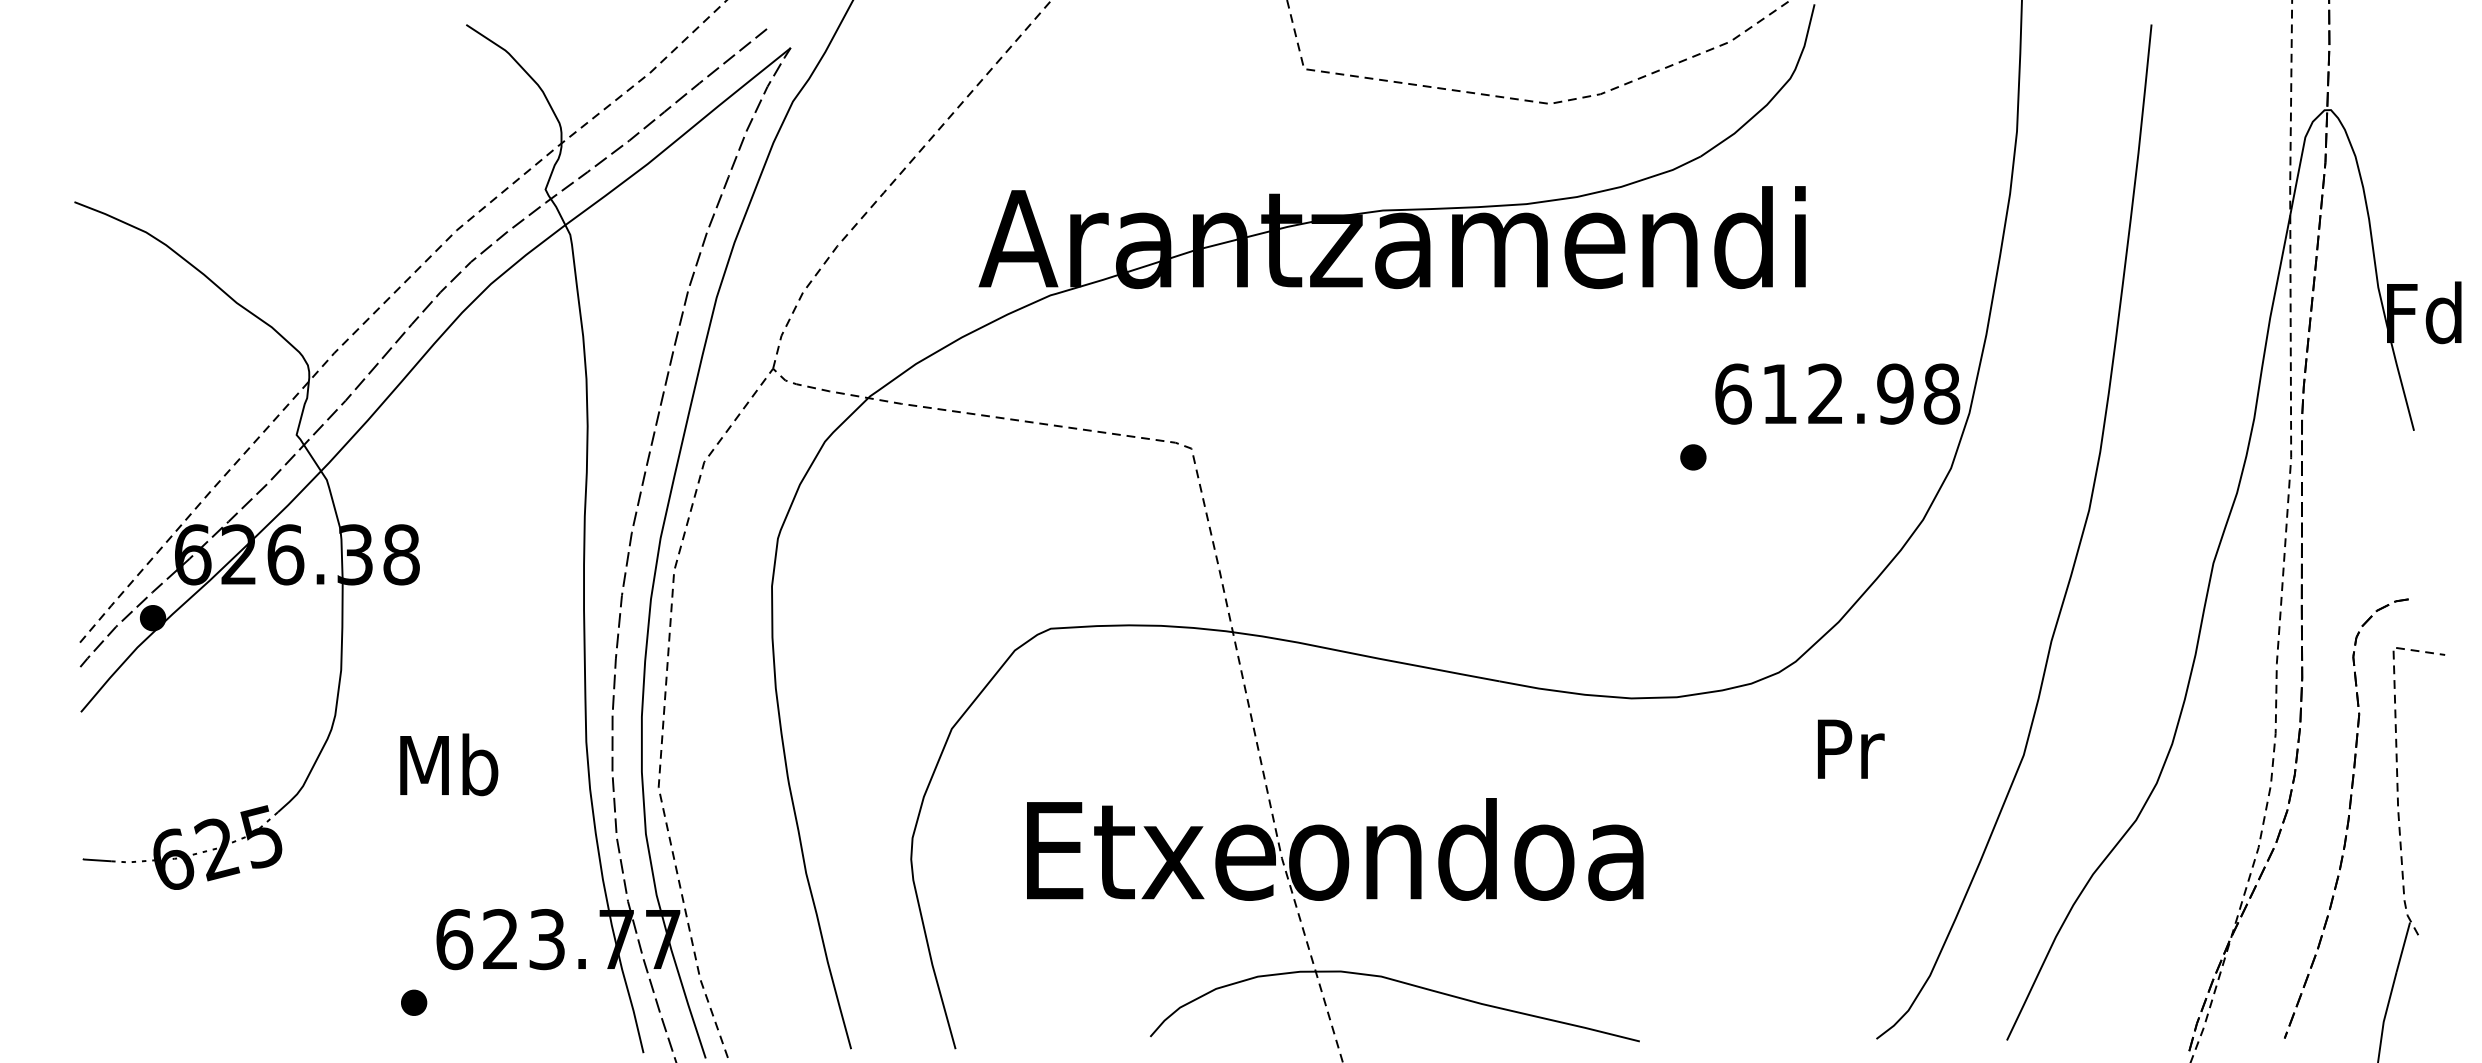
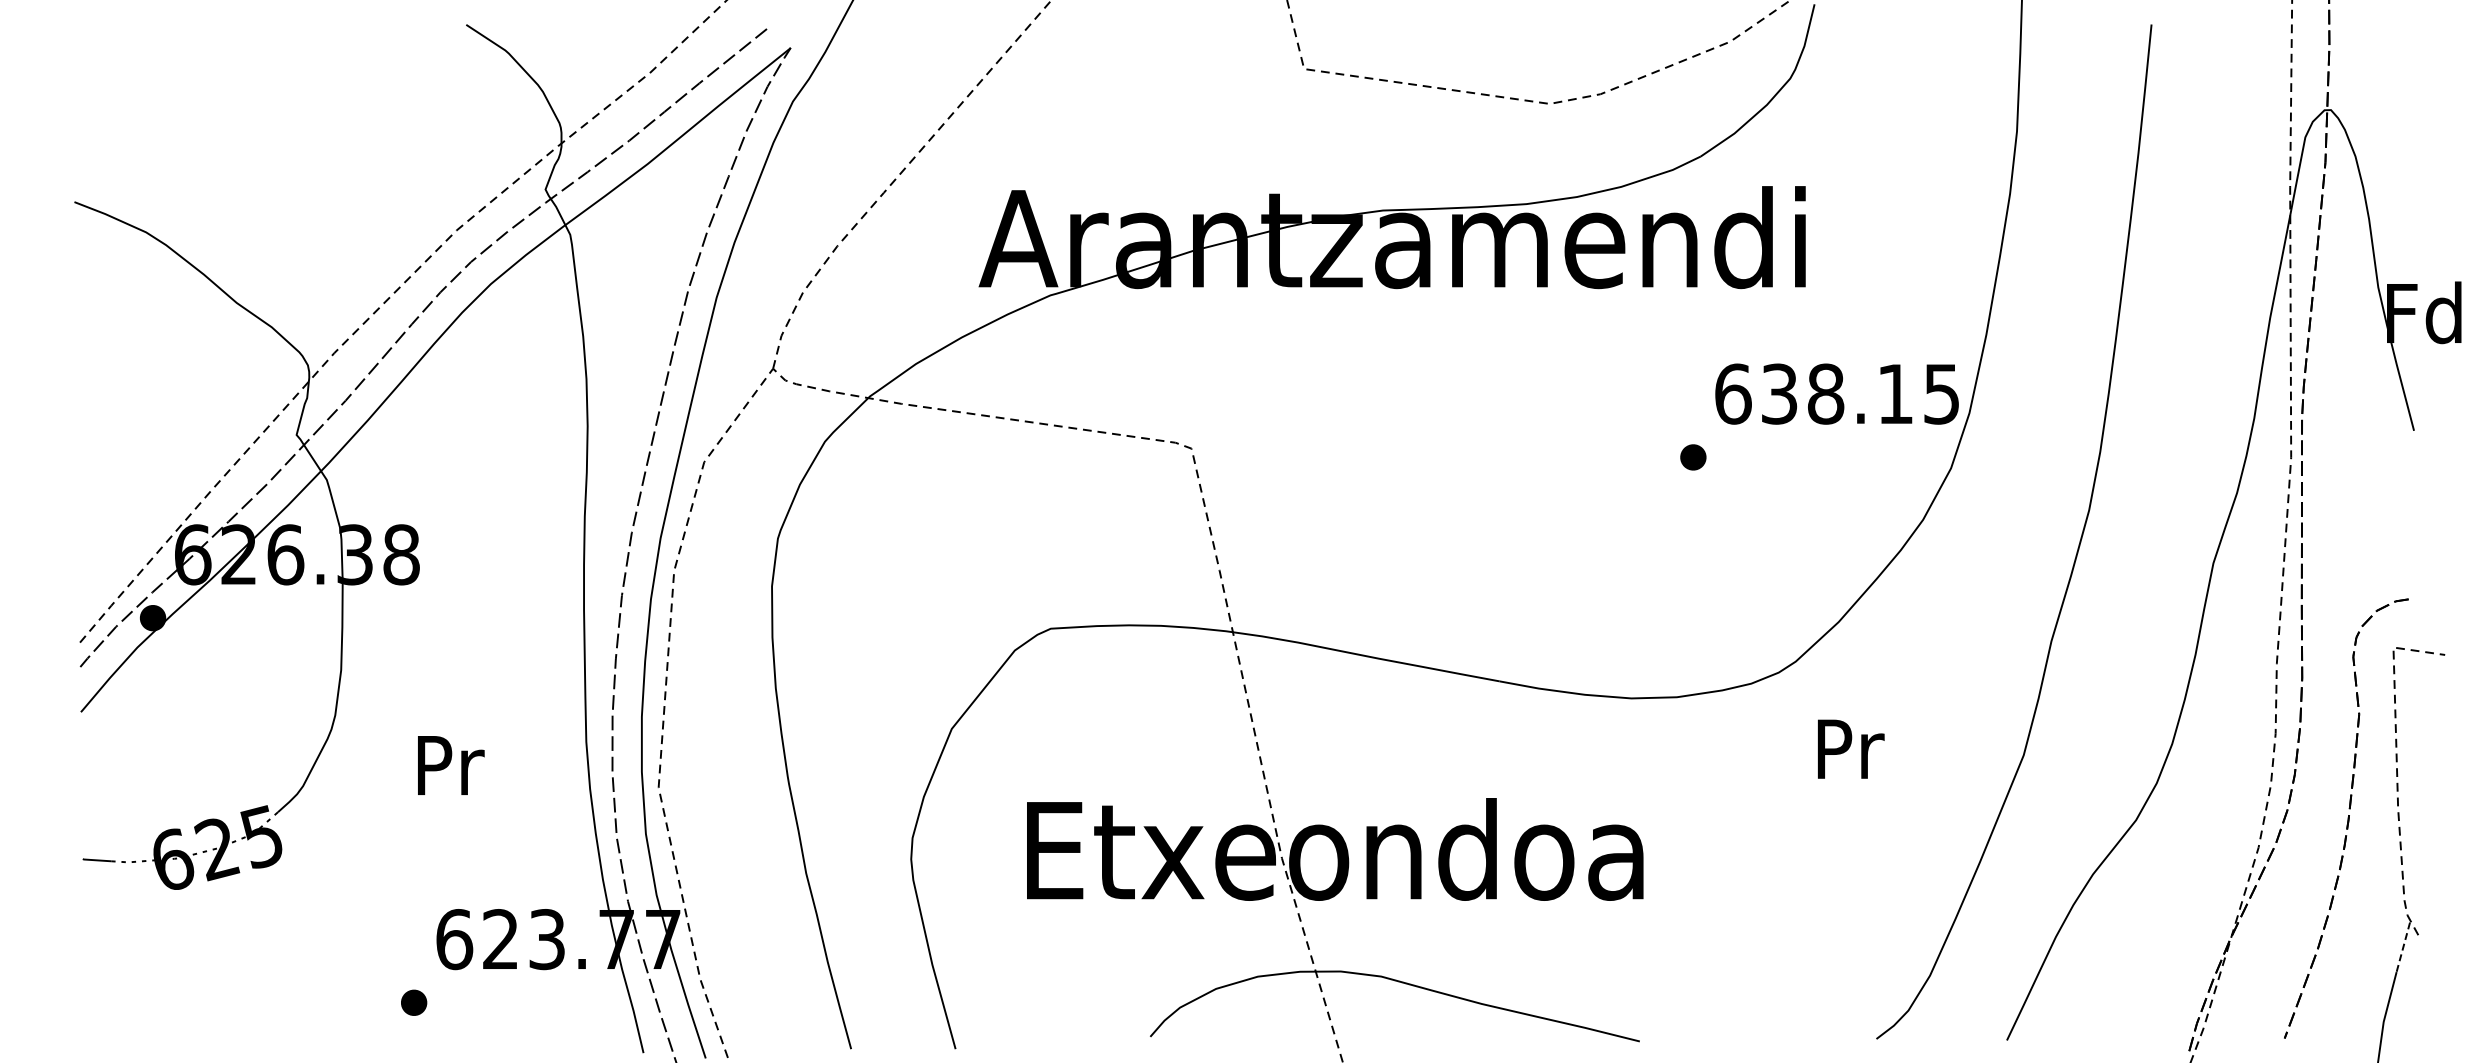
text at (1861, 393): 612.98 -> 638.15
text at (449, 764): Mb -> Pr
line at (2403, 947): solid -> dashed
